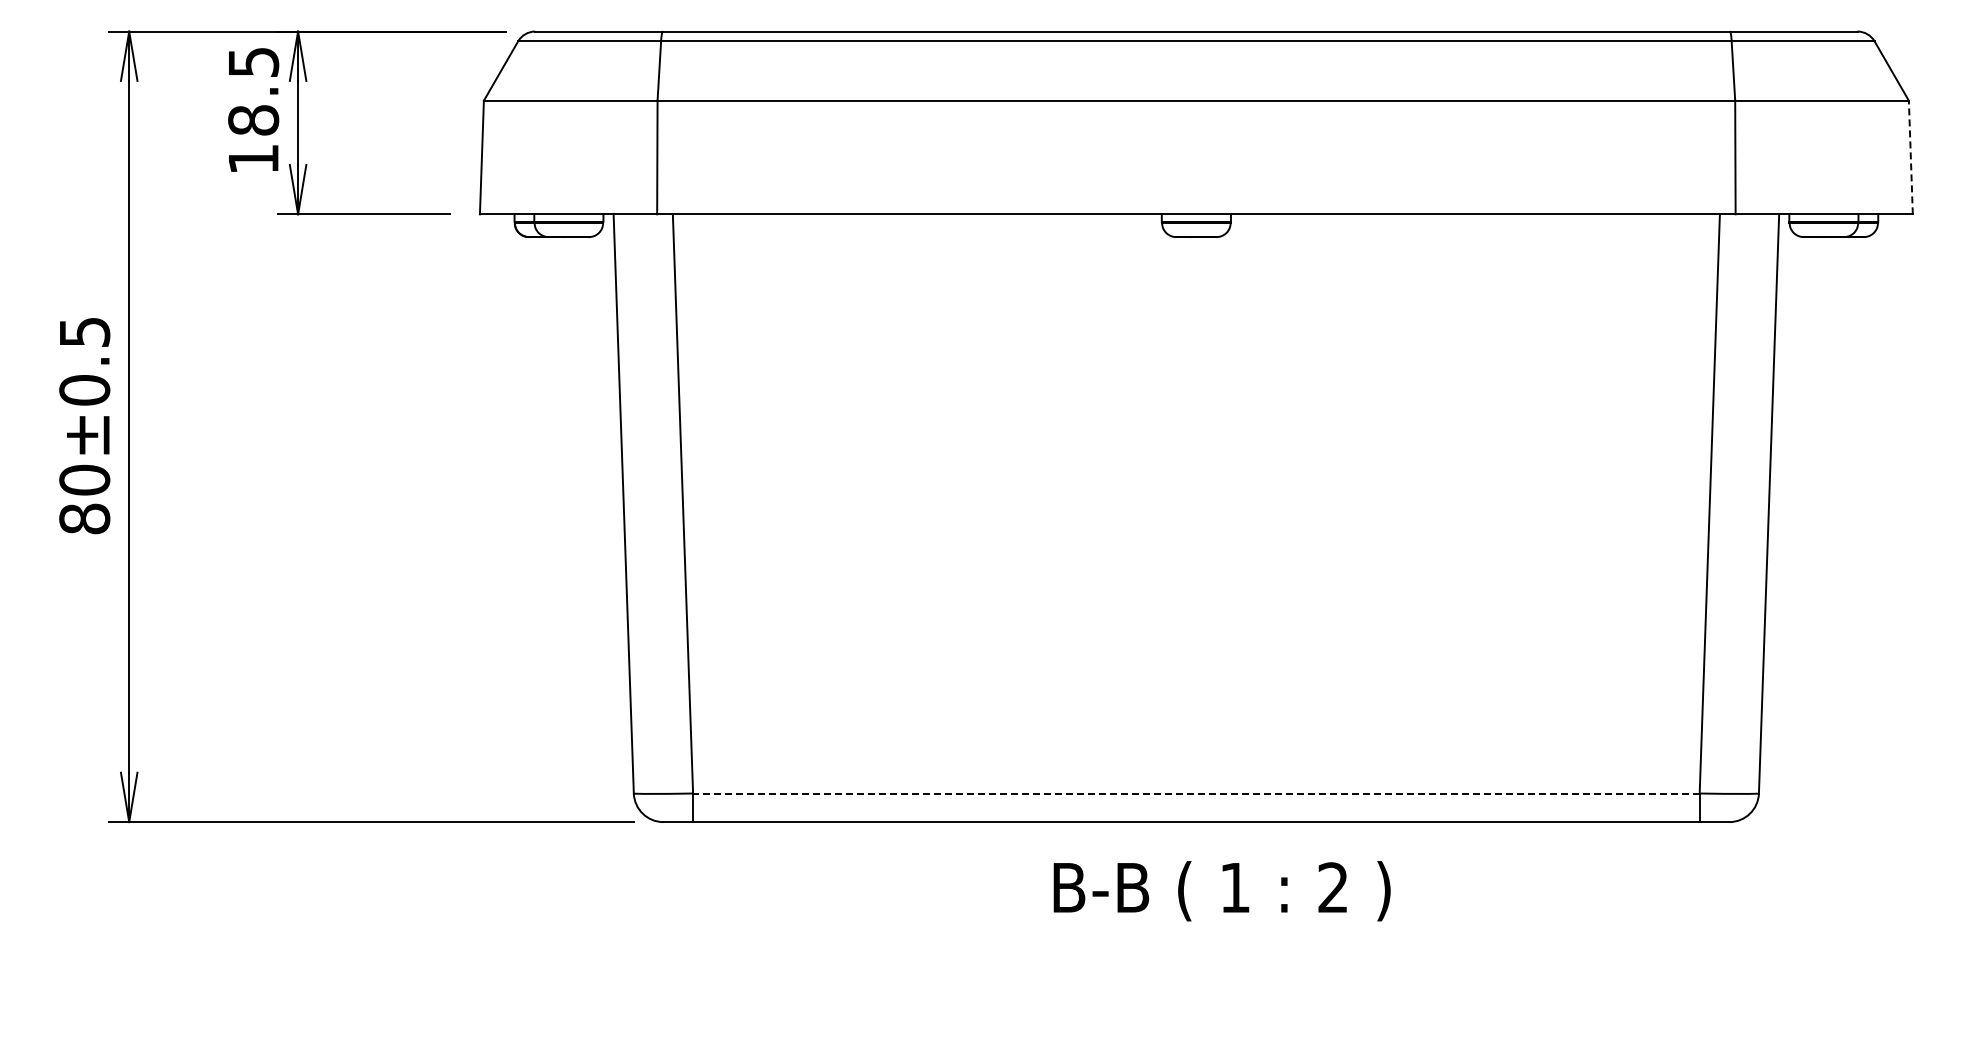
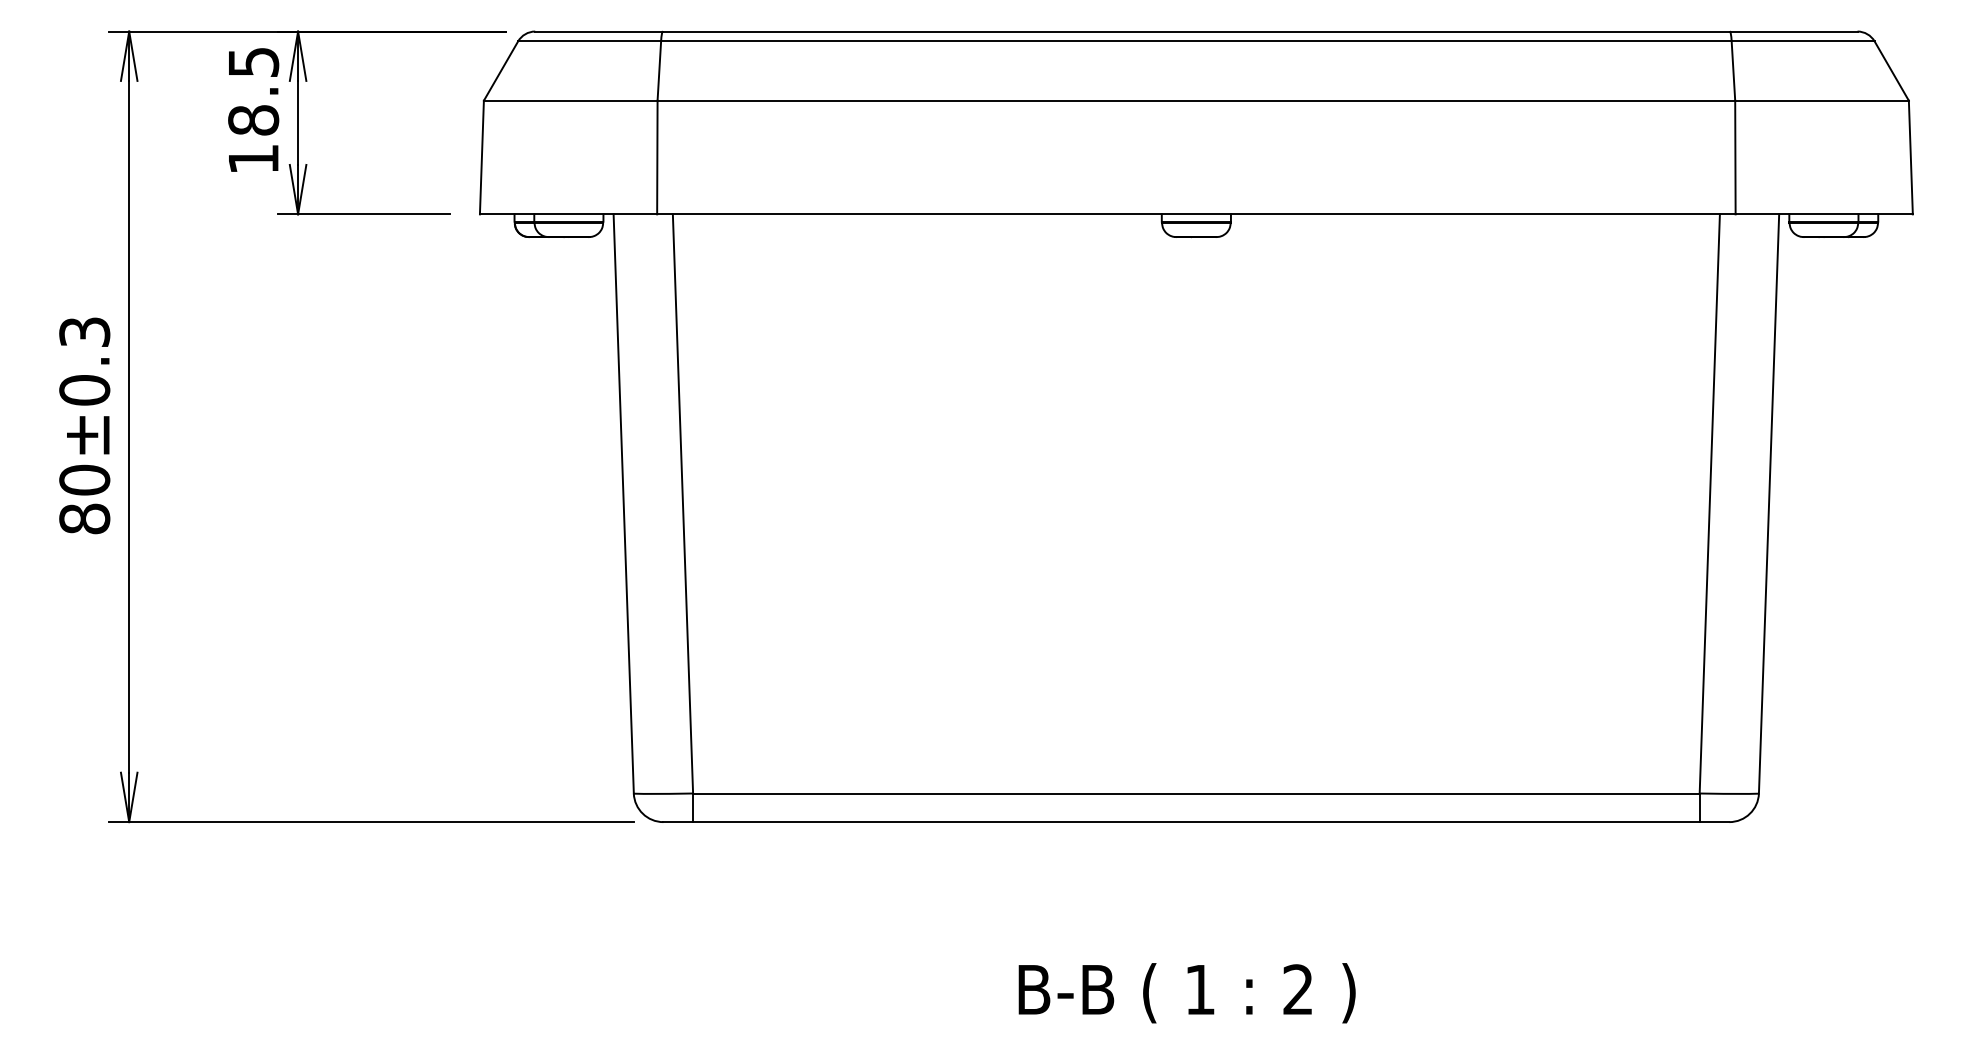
line at (1910, 157): dashed -> solid
text at (84, 331): 80±0.5 -> 80±0.3
line at (1195, 793): dashed -> solid
text at (1221, 891) position: (1221, 891) -> (1186, 993)
